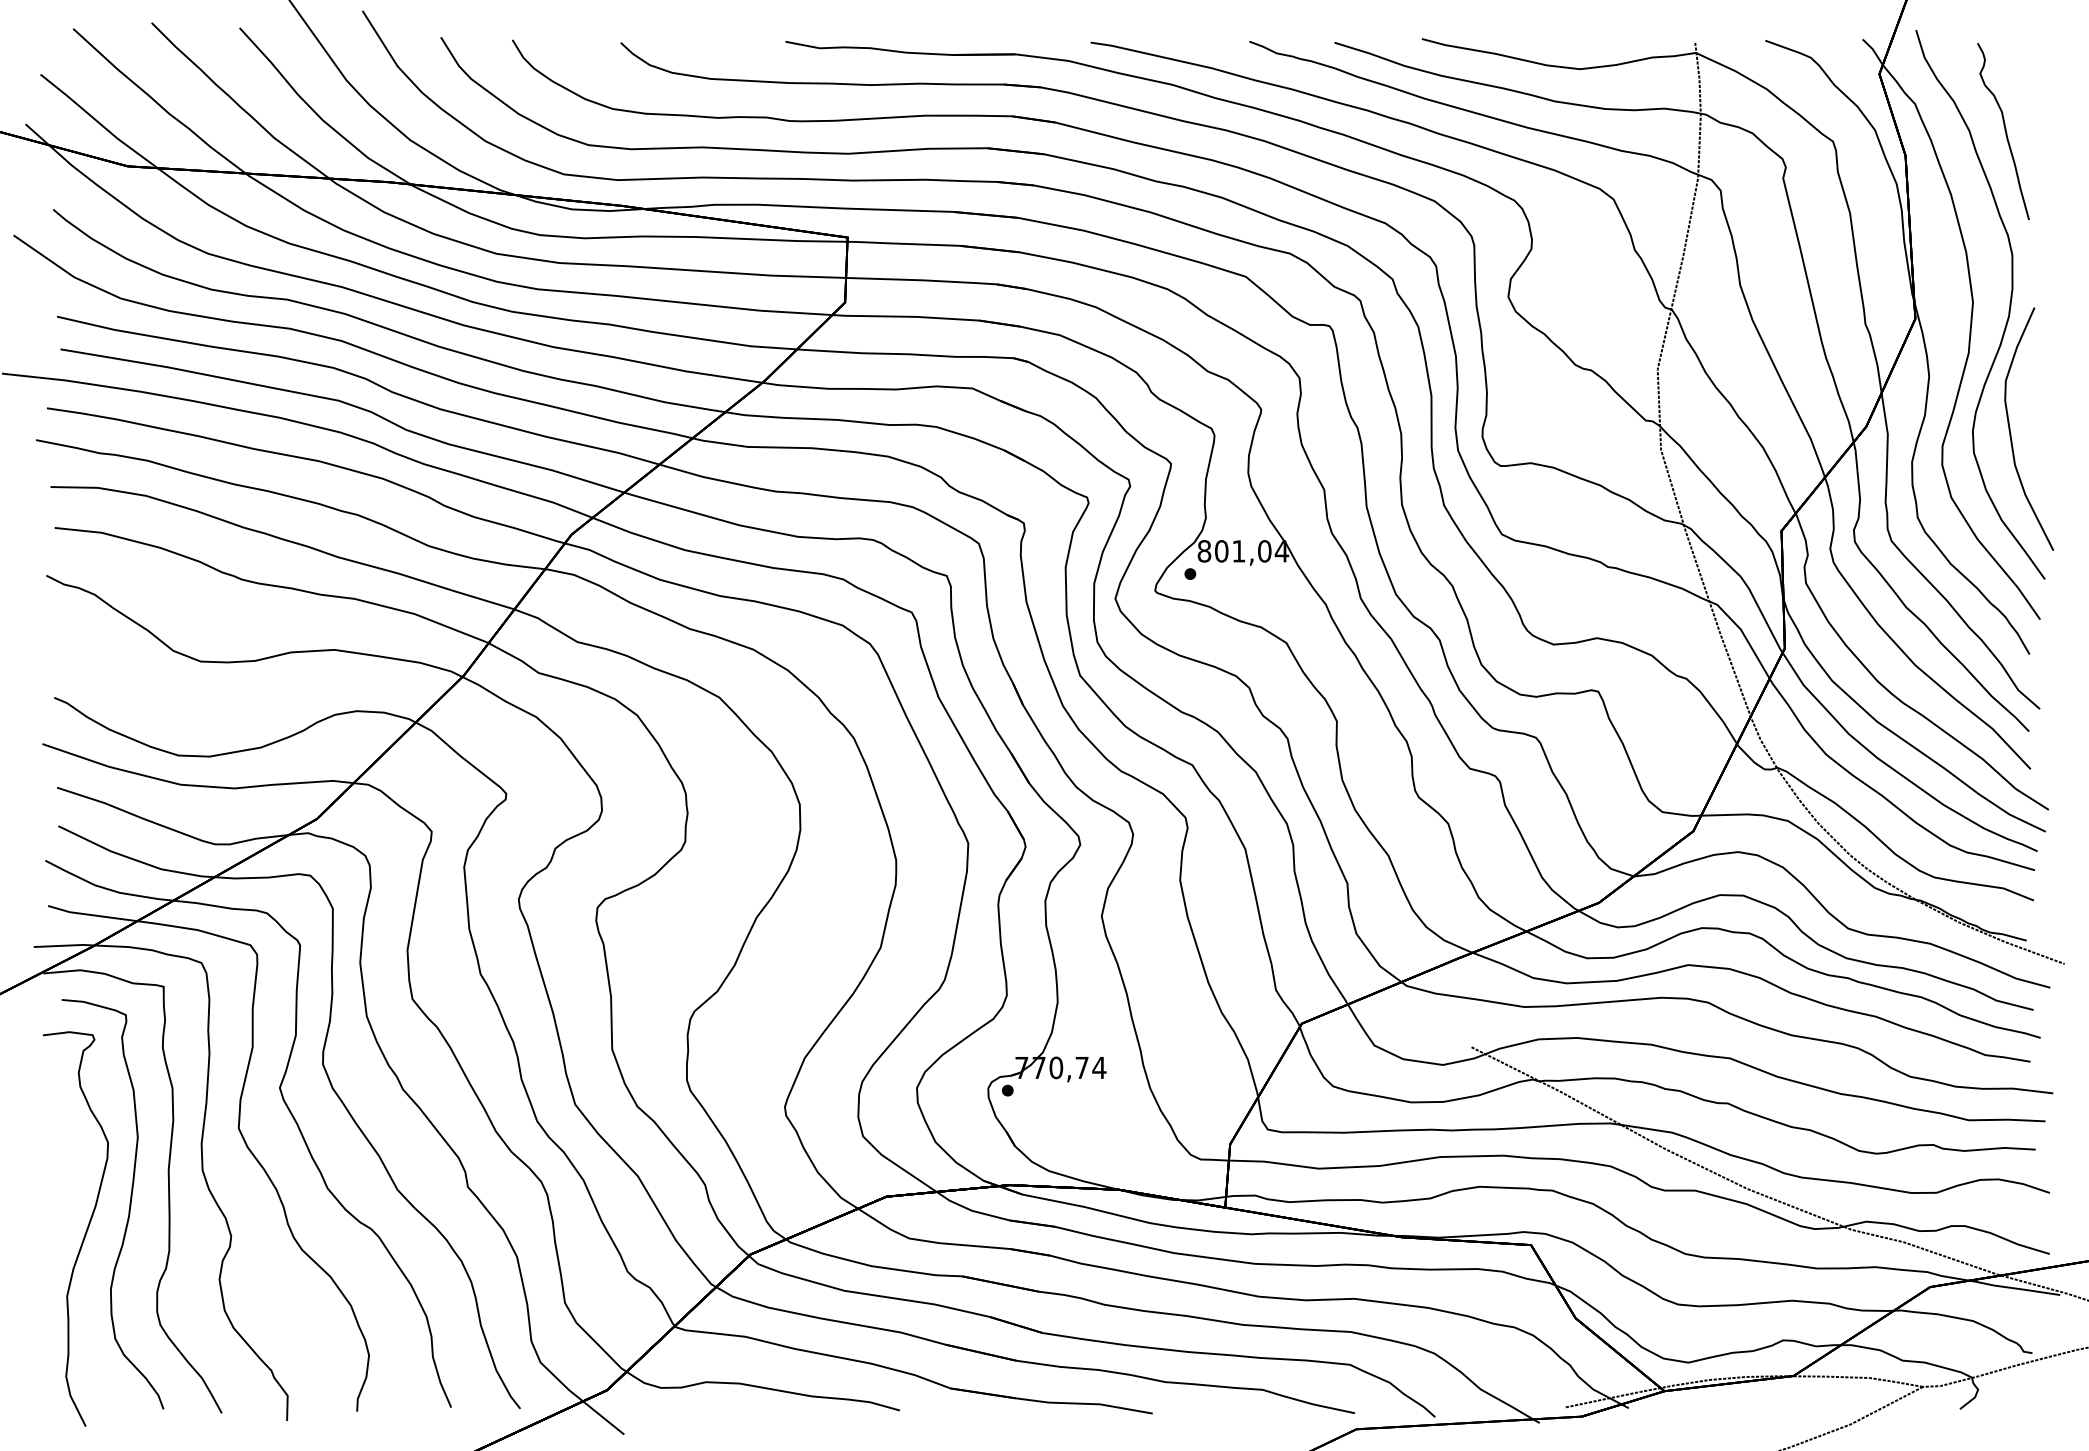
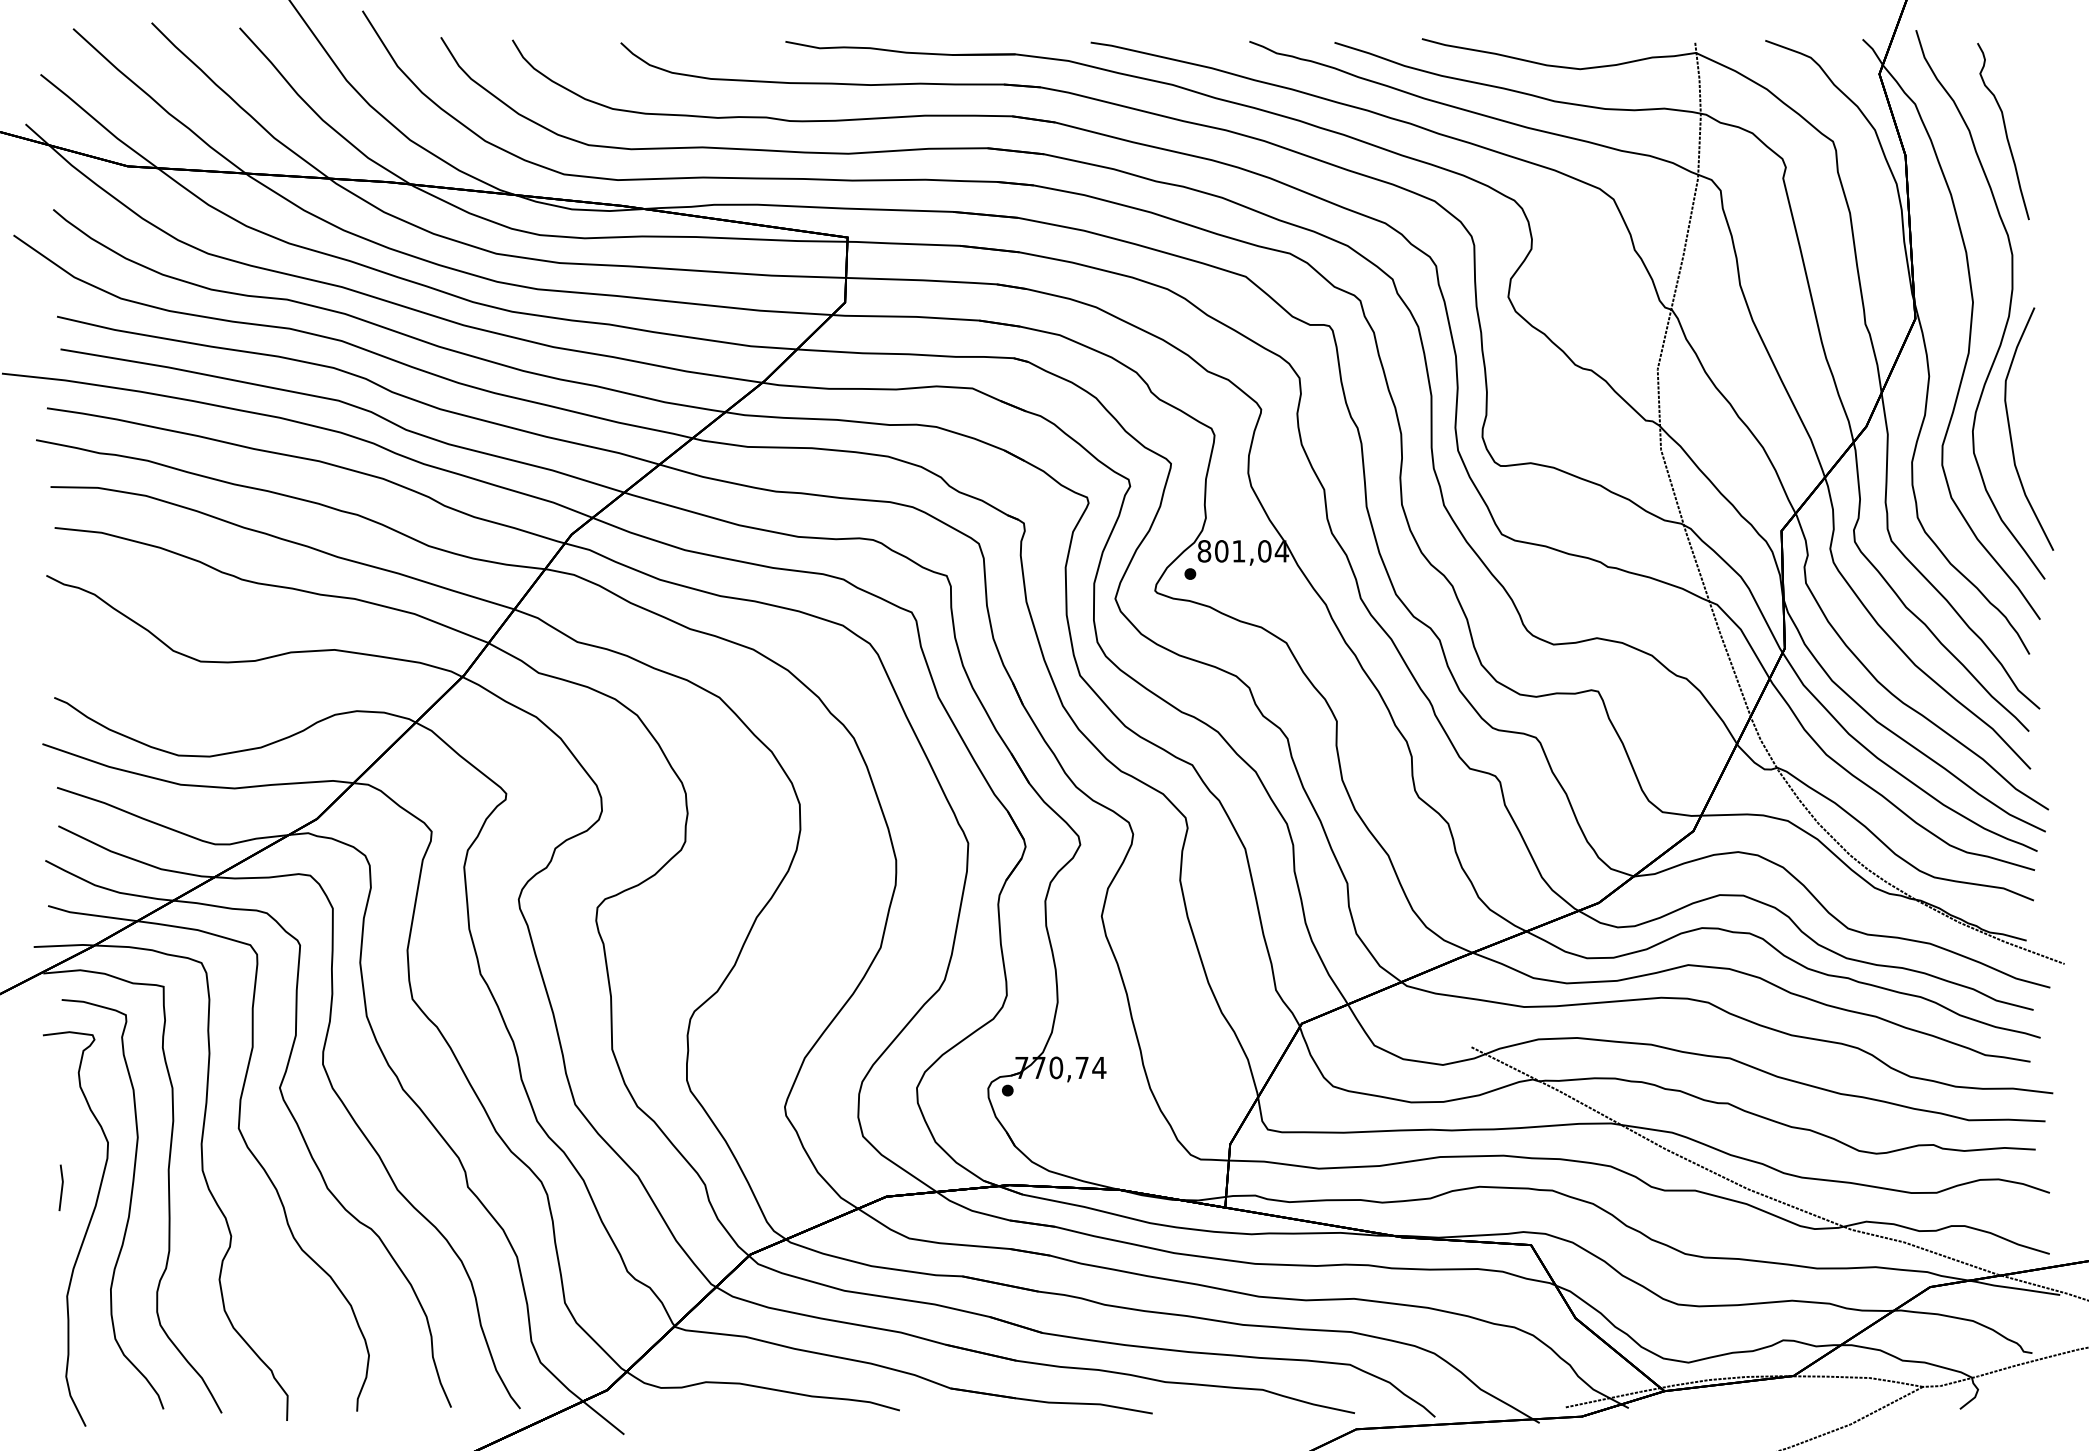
part at (60, 1187): none -> present
